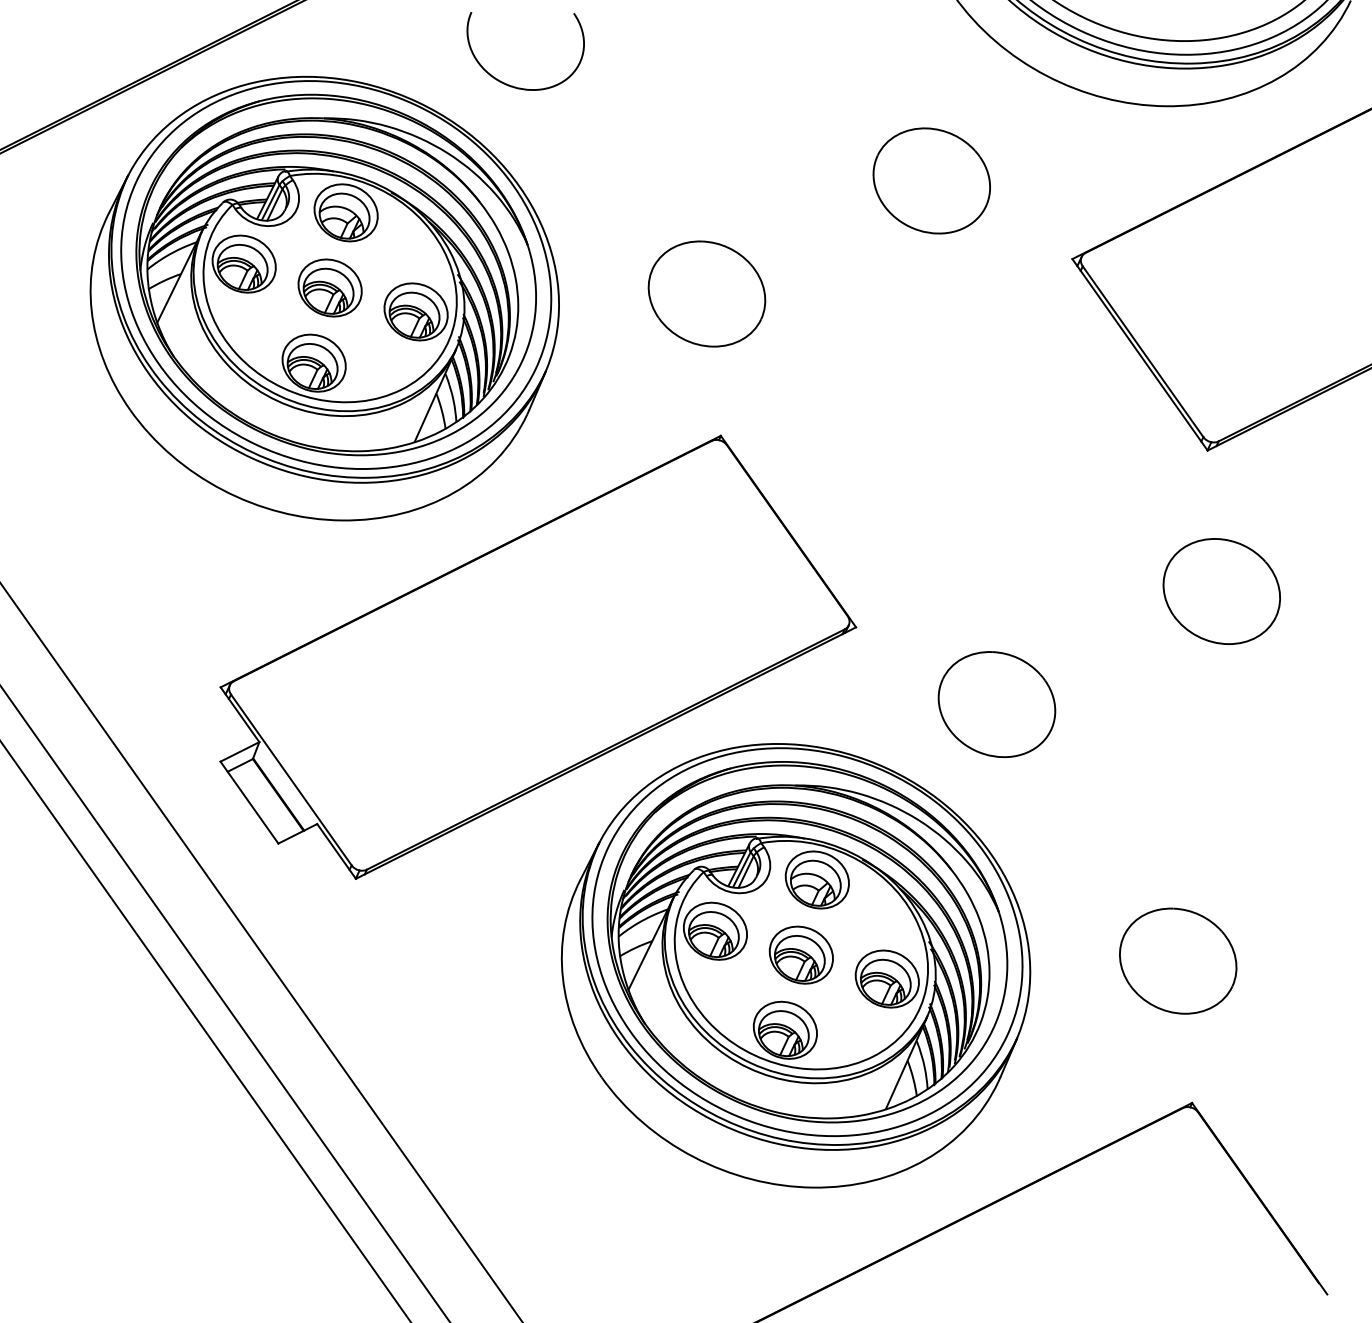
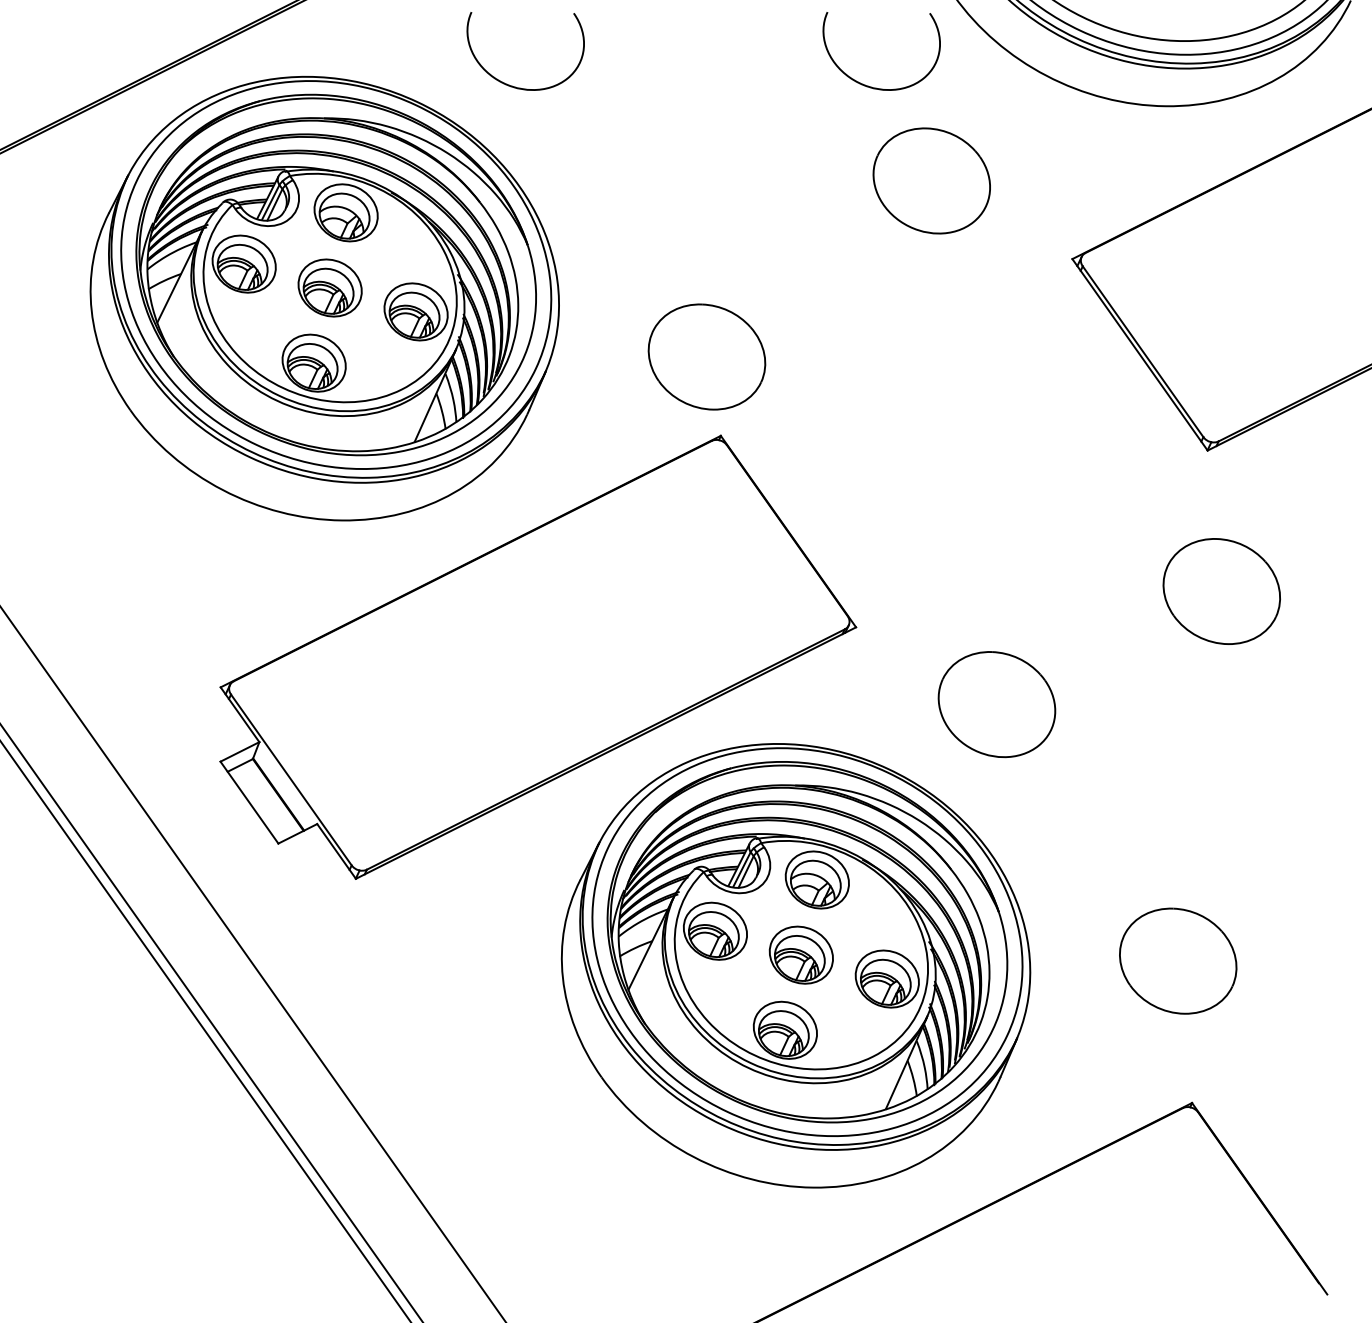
curve at (876, 87): none -> present
part at (706, 293) position: (706, 293) -> (706, 356)
line at (261, 952) position: (261, 952) -> (253, 964)
line at (225, 1003) position: (225, 1003) -> (211, 1022)
